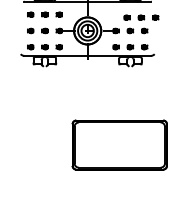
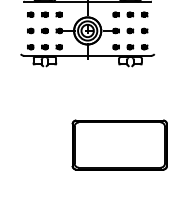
part at (141, 17) position: (141, 17) -> (130, 14)
